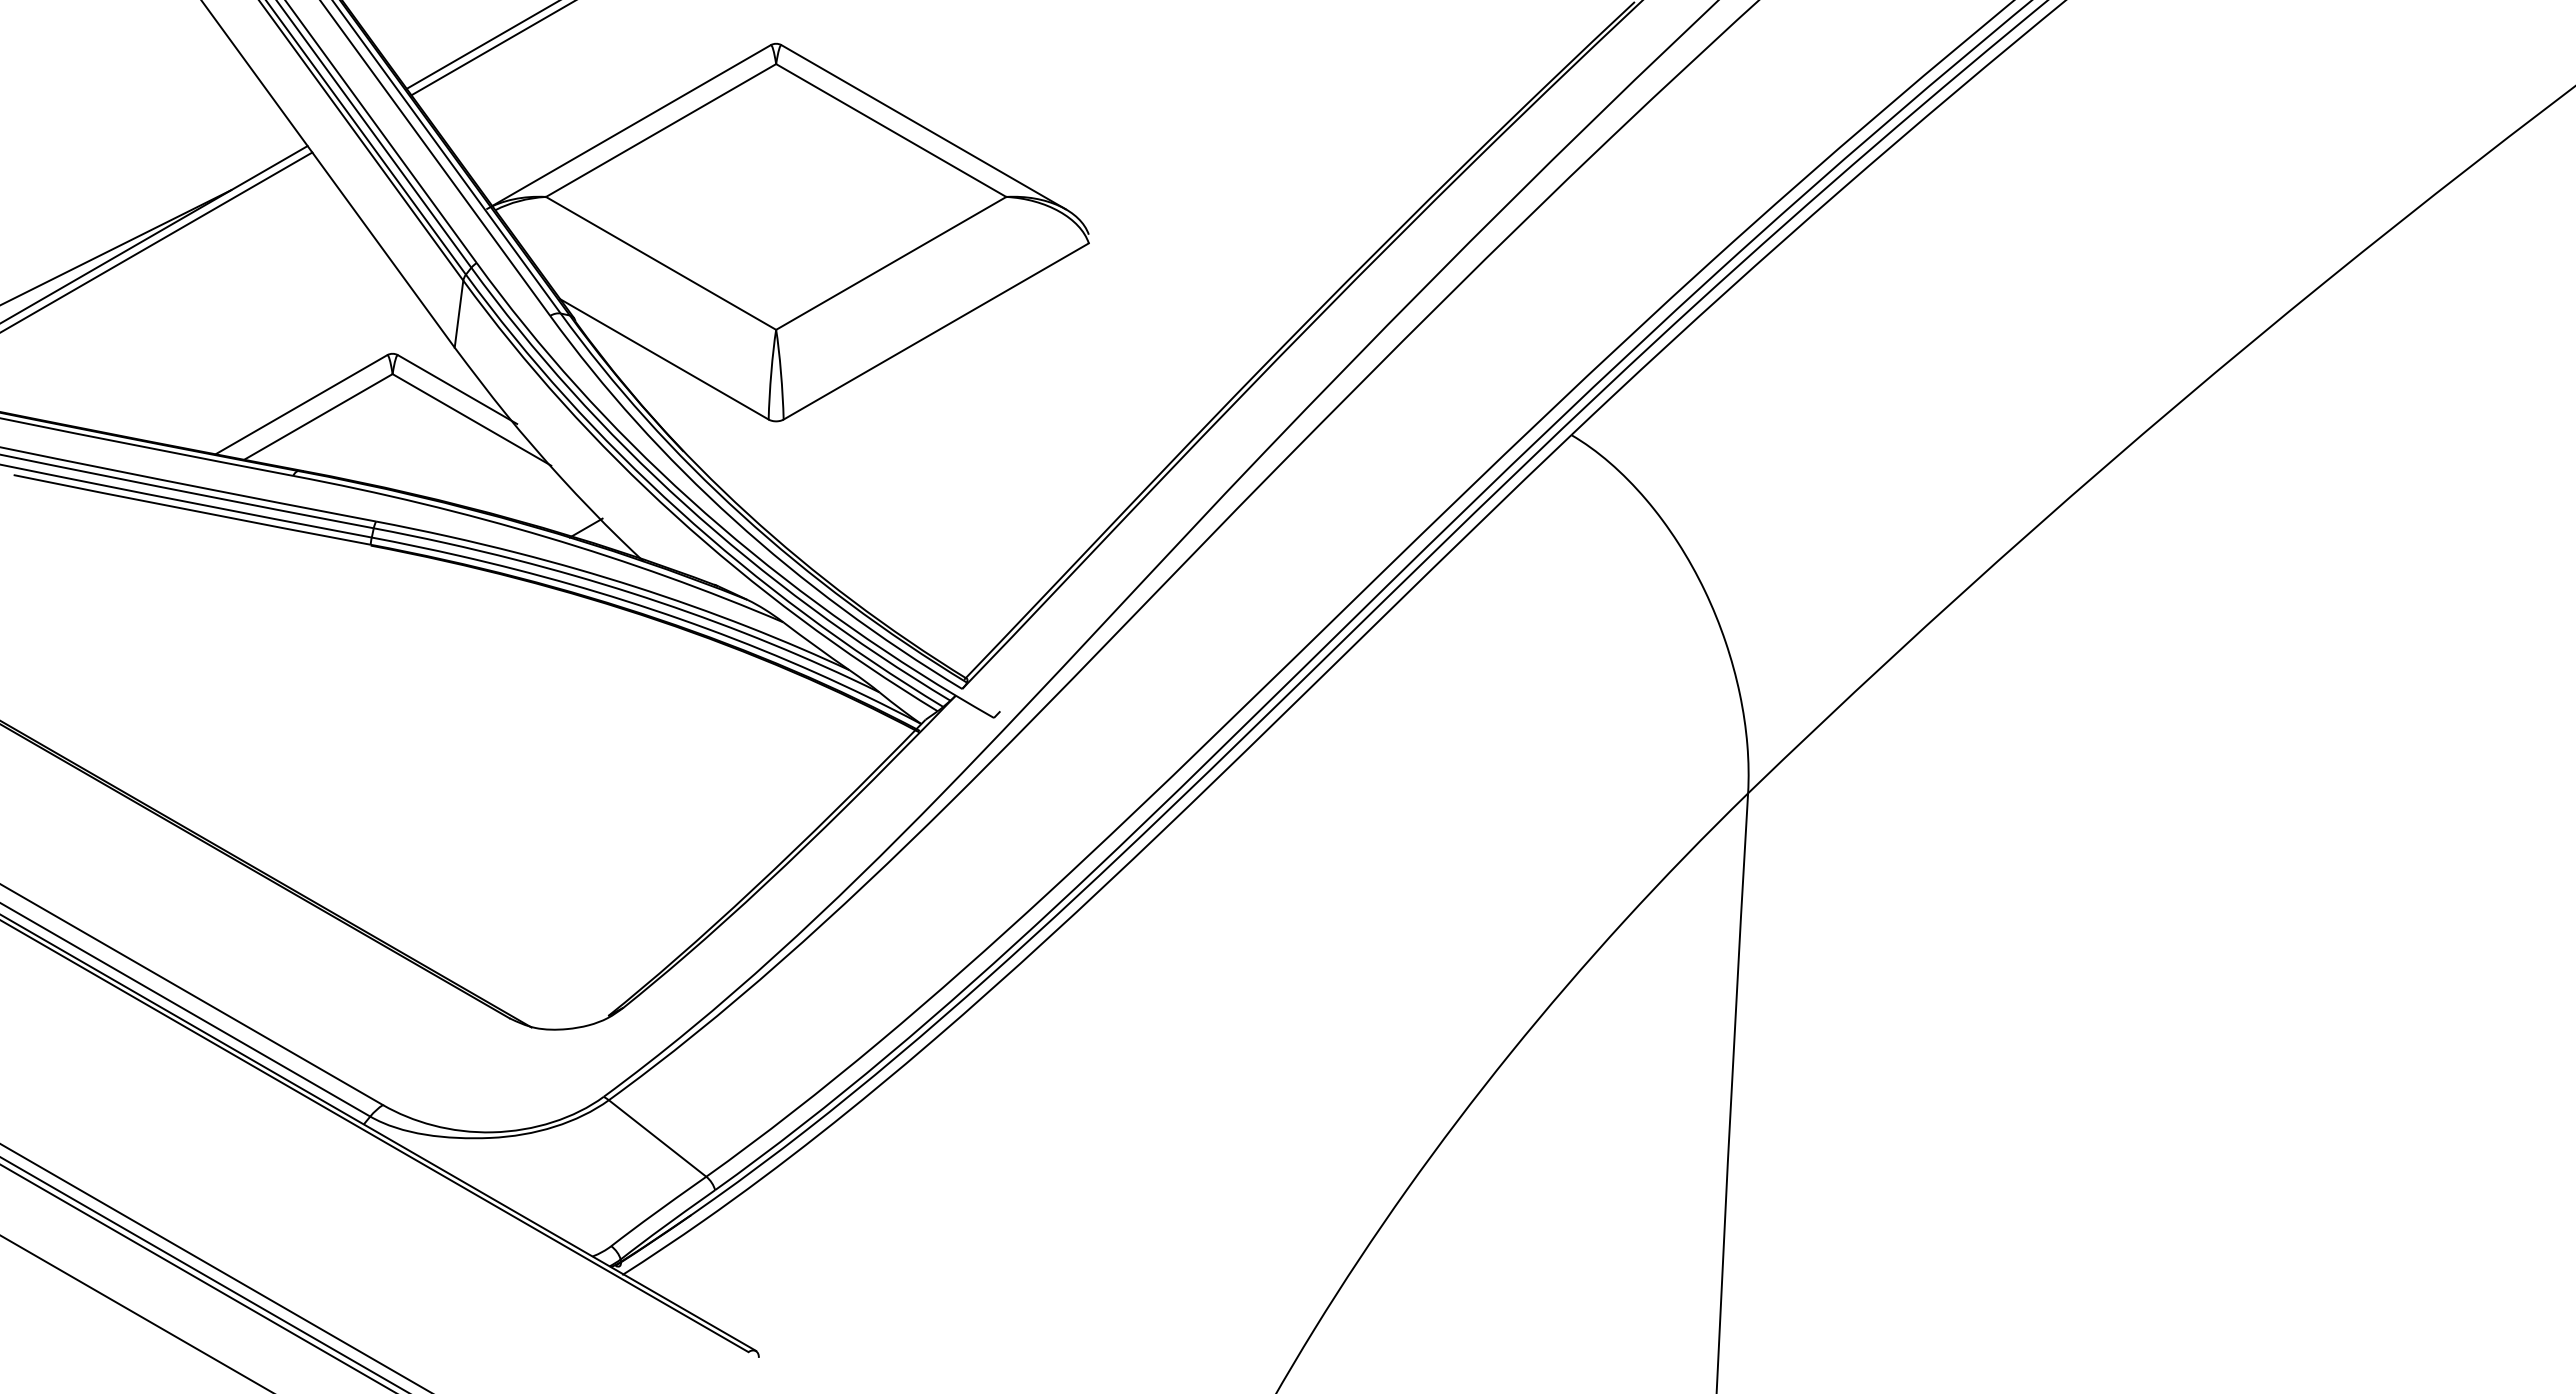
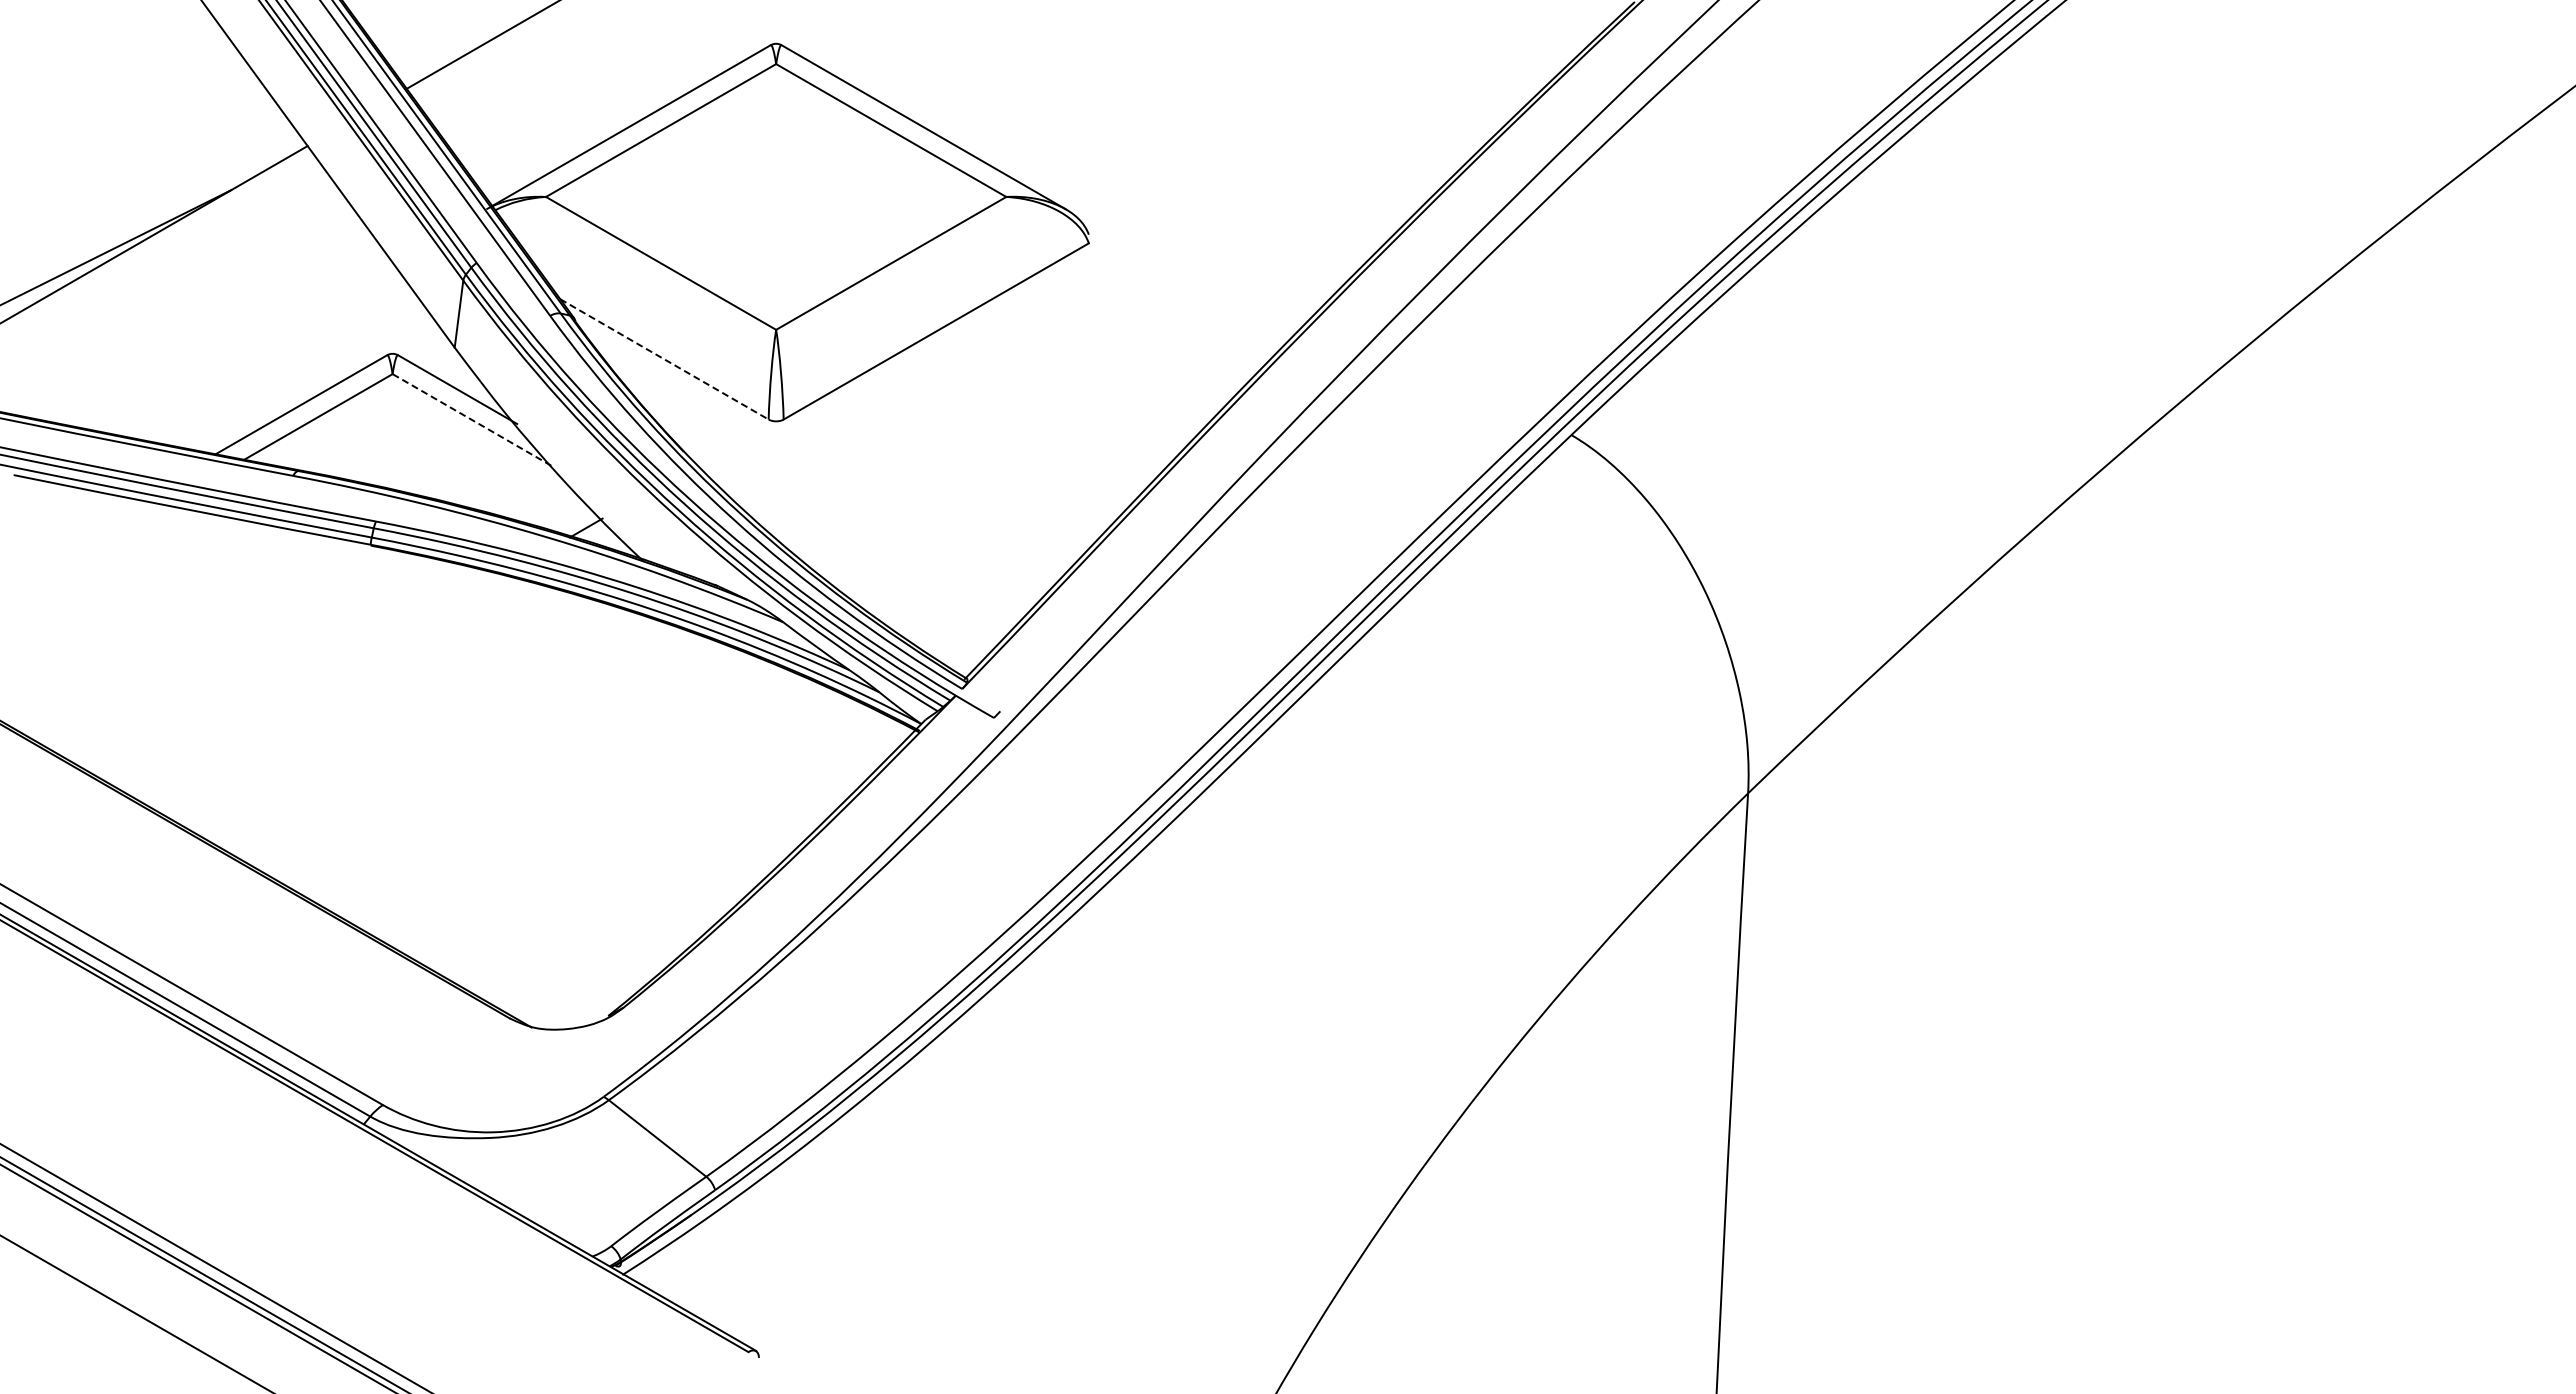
line at (491, 48): present -> none
line at (157, 241): present -> none
line at (664, 359): solid -> dashed
line at (471, 419): solid -> dashed
